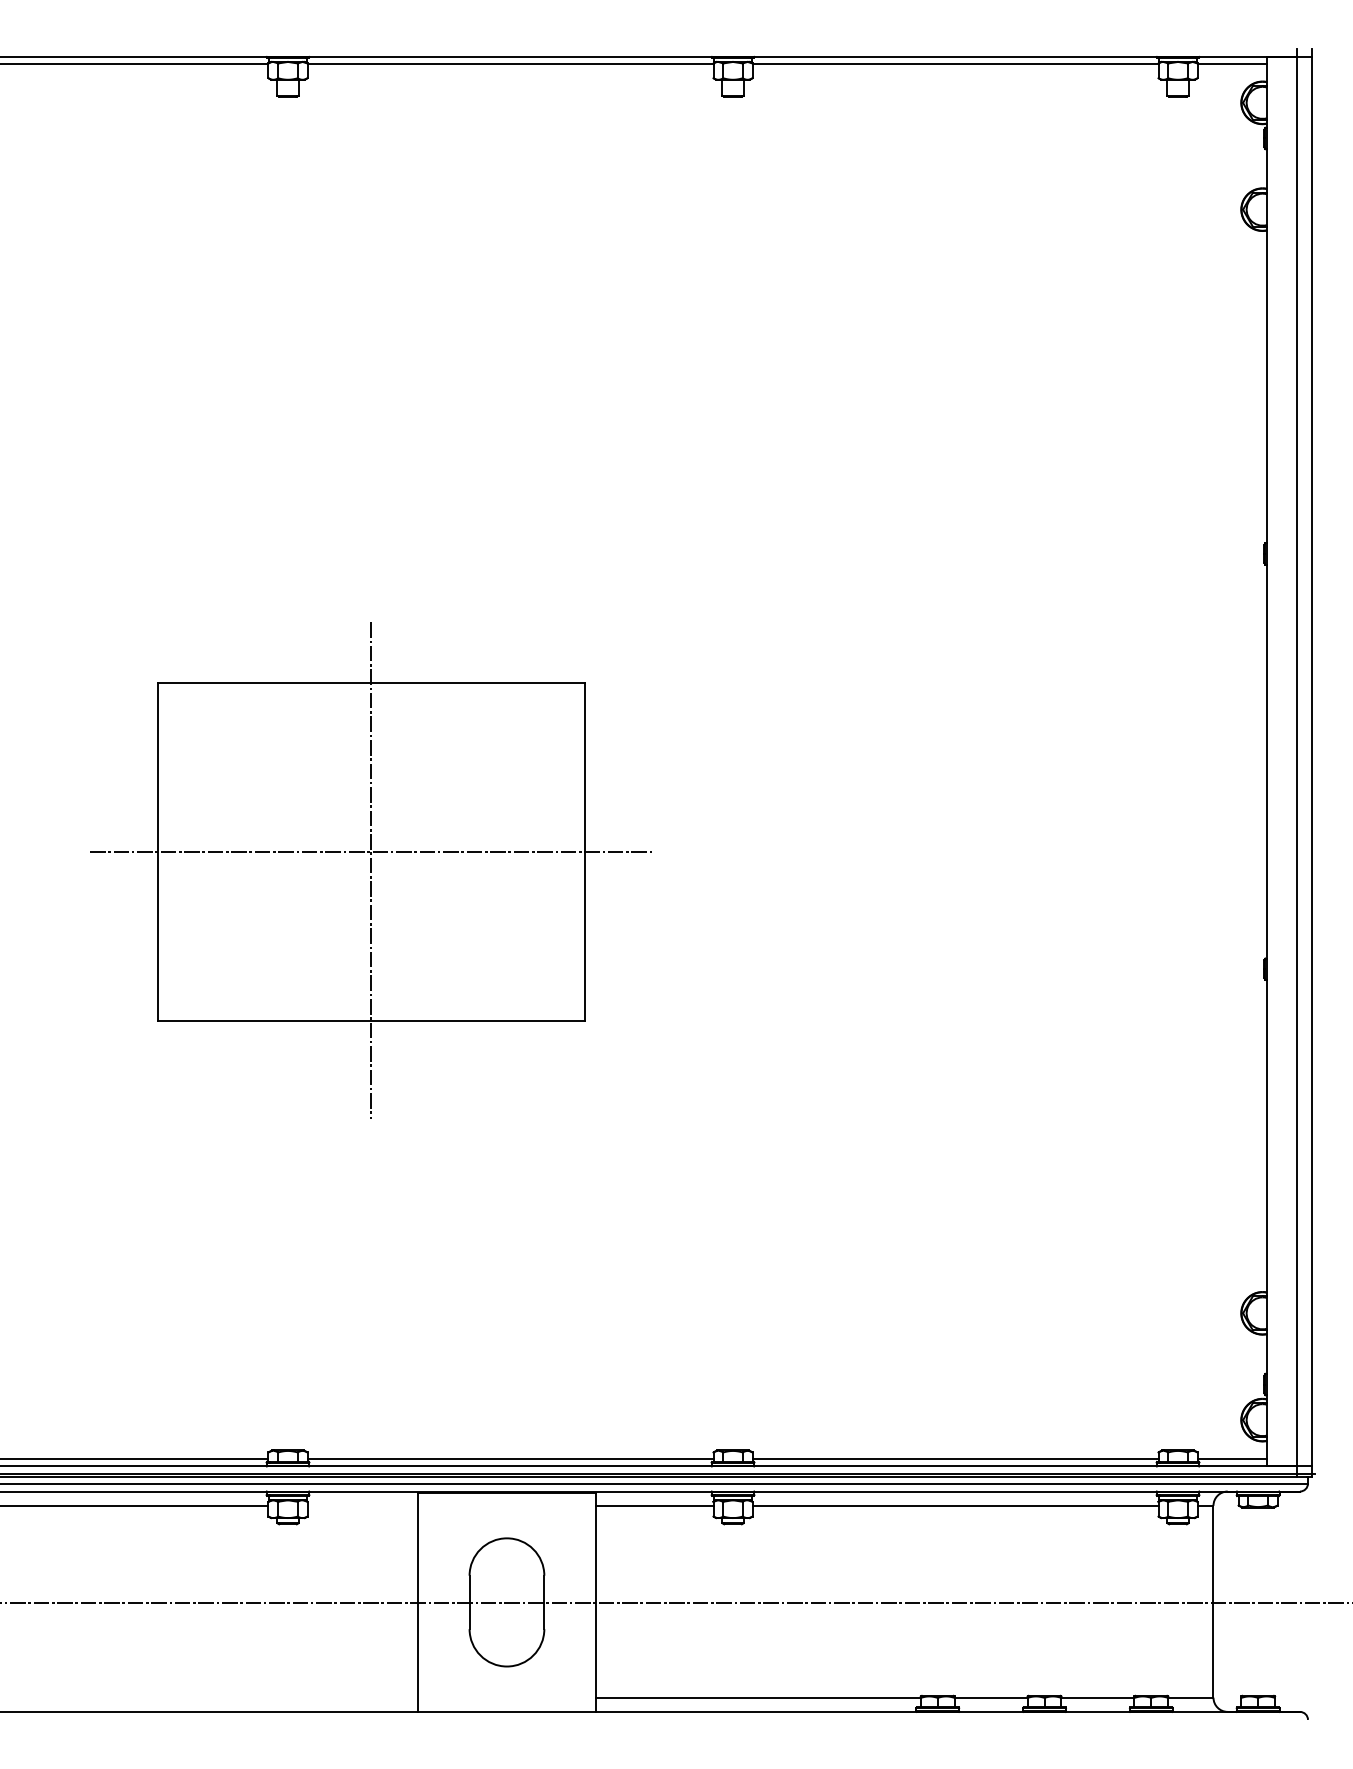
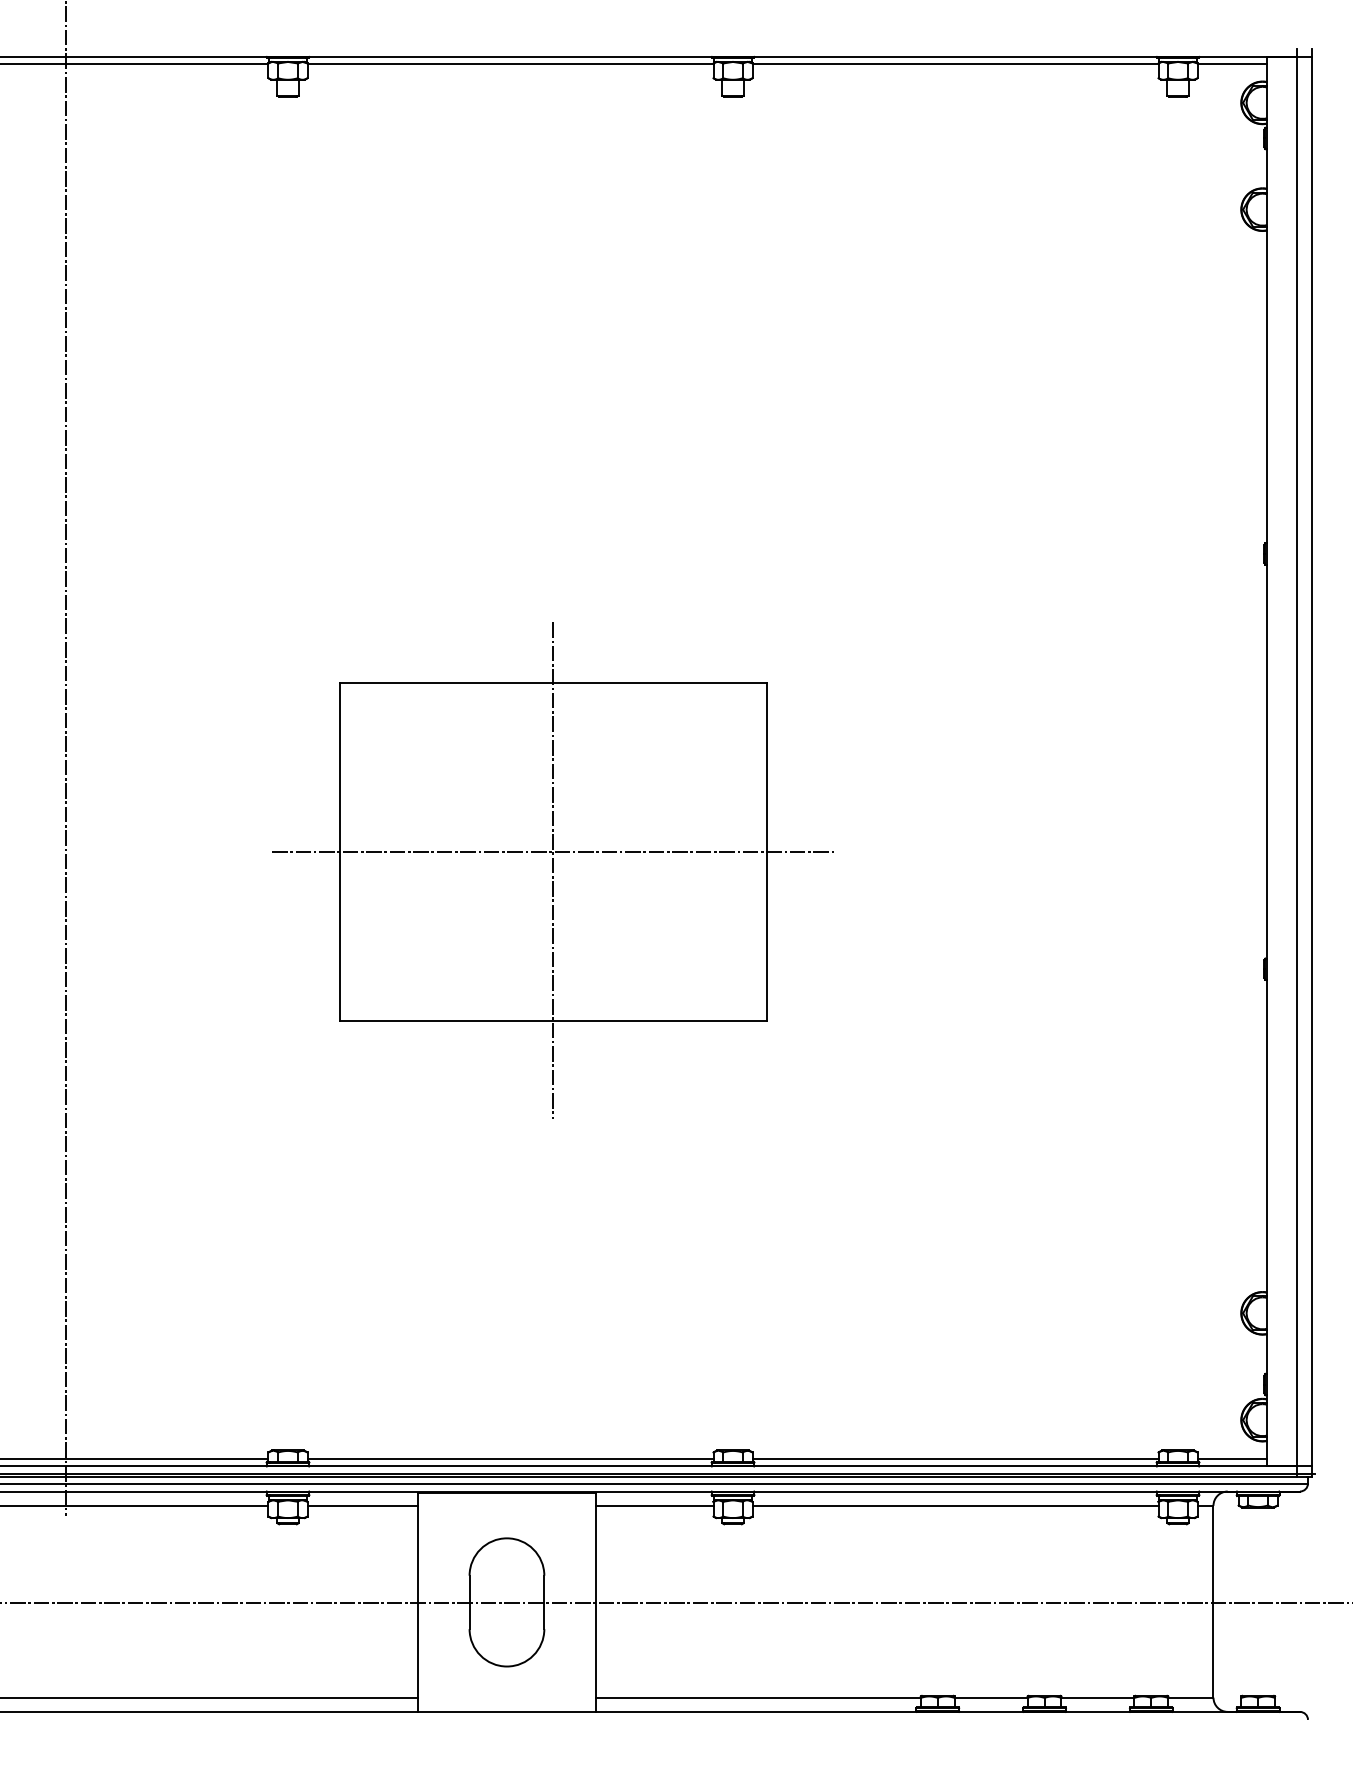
line at (65, 759): none -> present
part at (370, 870) position: (370, 870) -> (552, 870)
line at (362, 1505): none -> present
line at (209, 1697): none -> present
